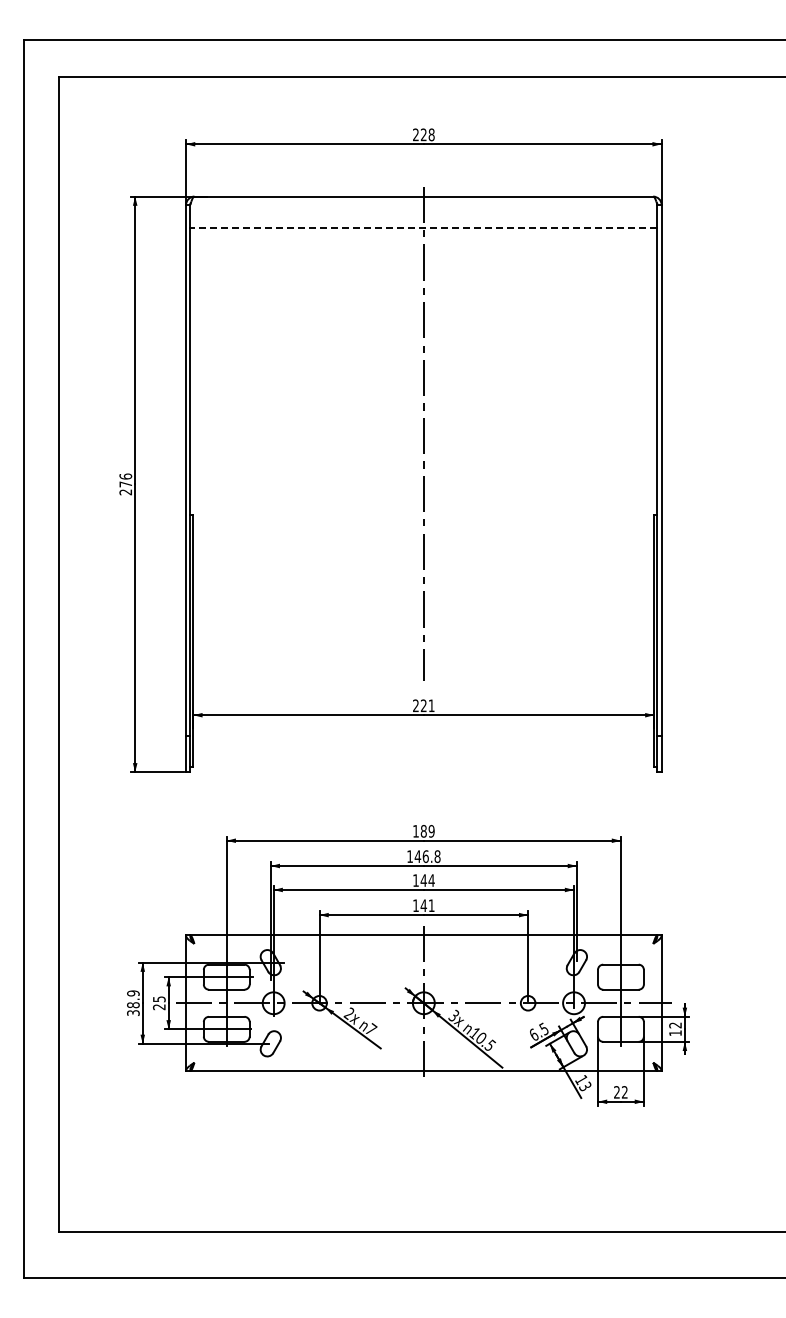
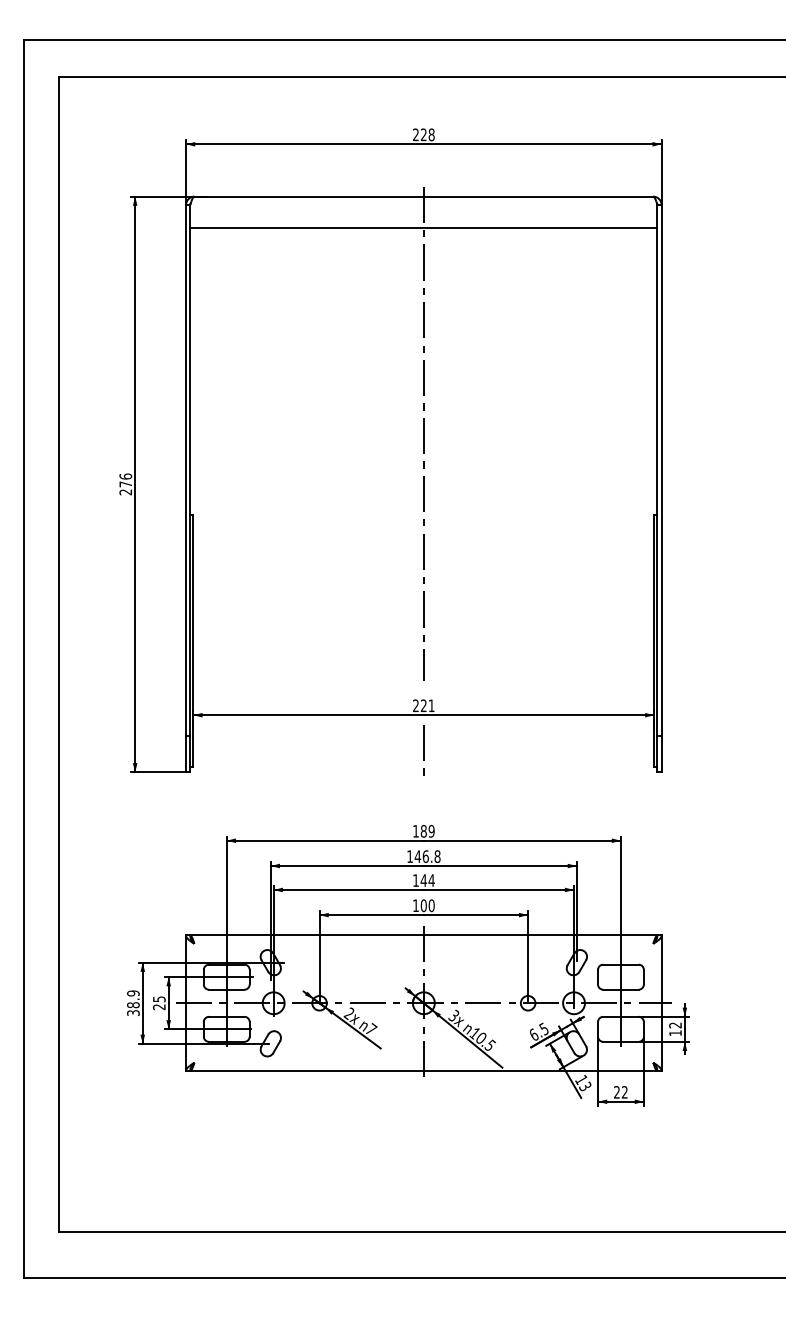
line at (423, 227): dashed -> solid
line at (423, 750): none -> present
text at (427, 905): 141 -> 100
